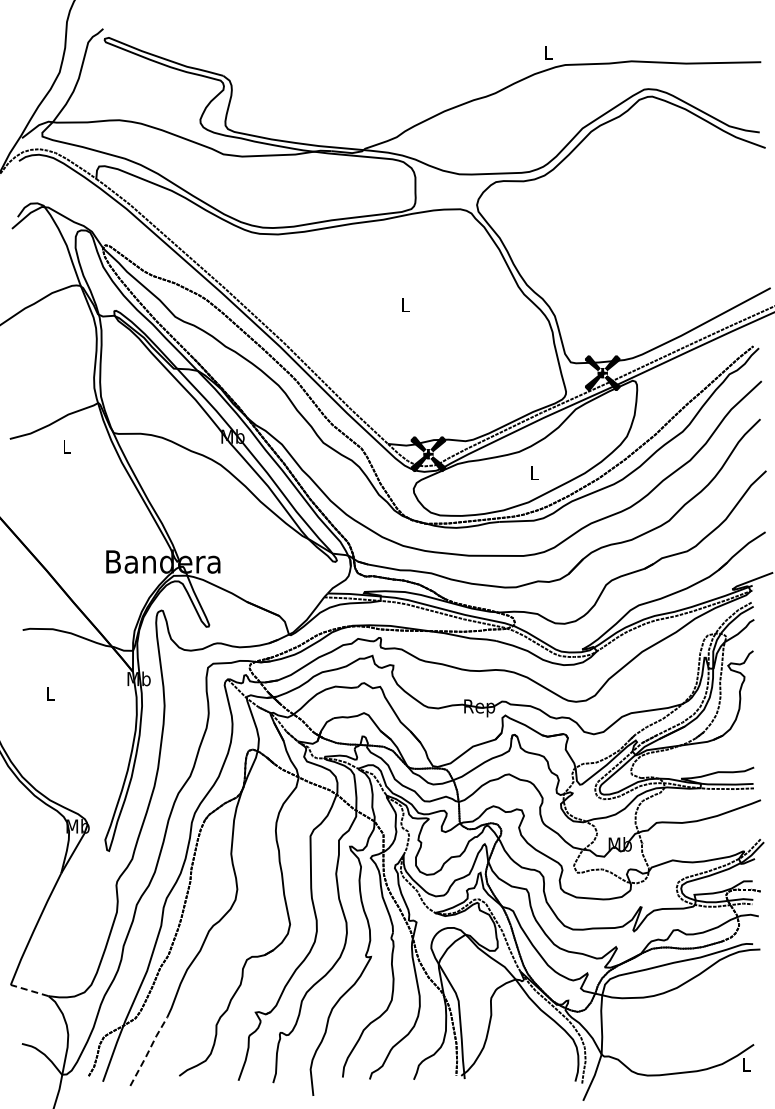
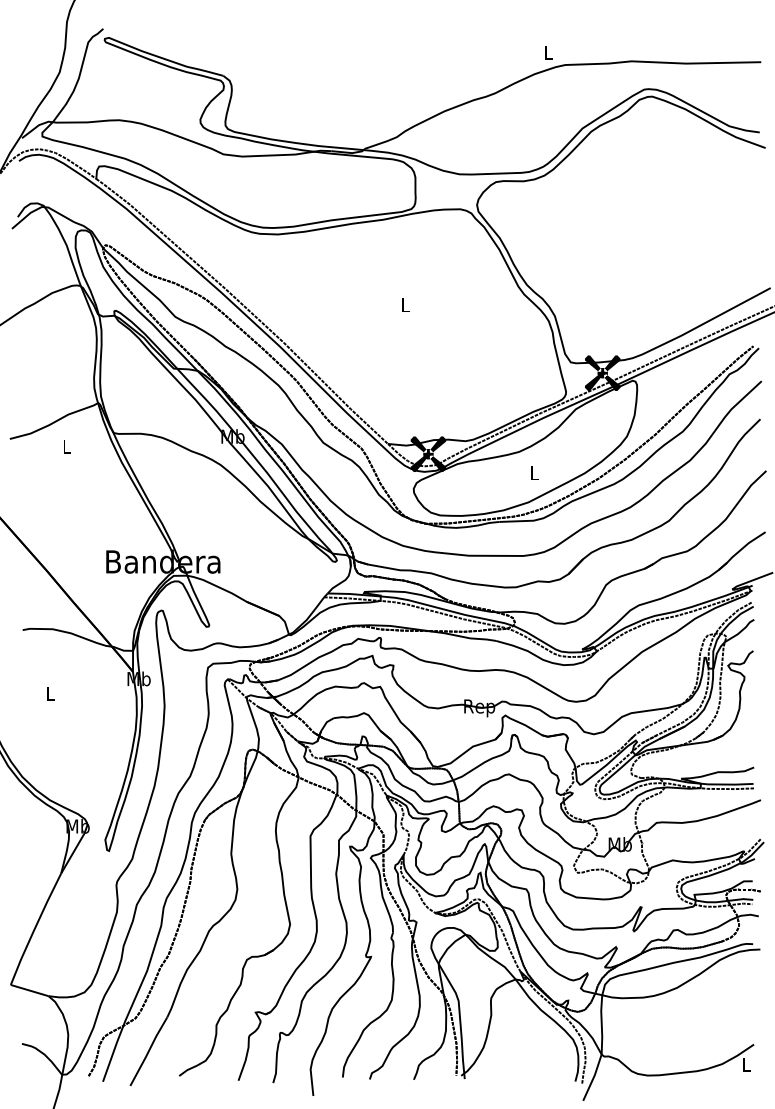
line at (29, 990): dashed -> solid
line at (148, 1051): dashed -> solid
